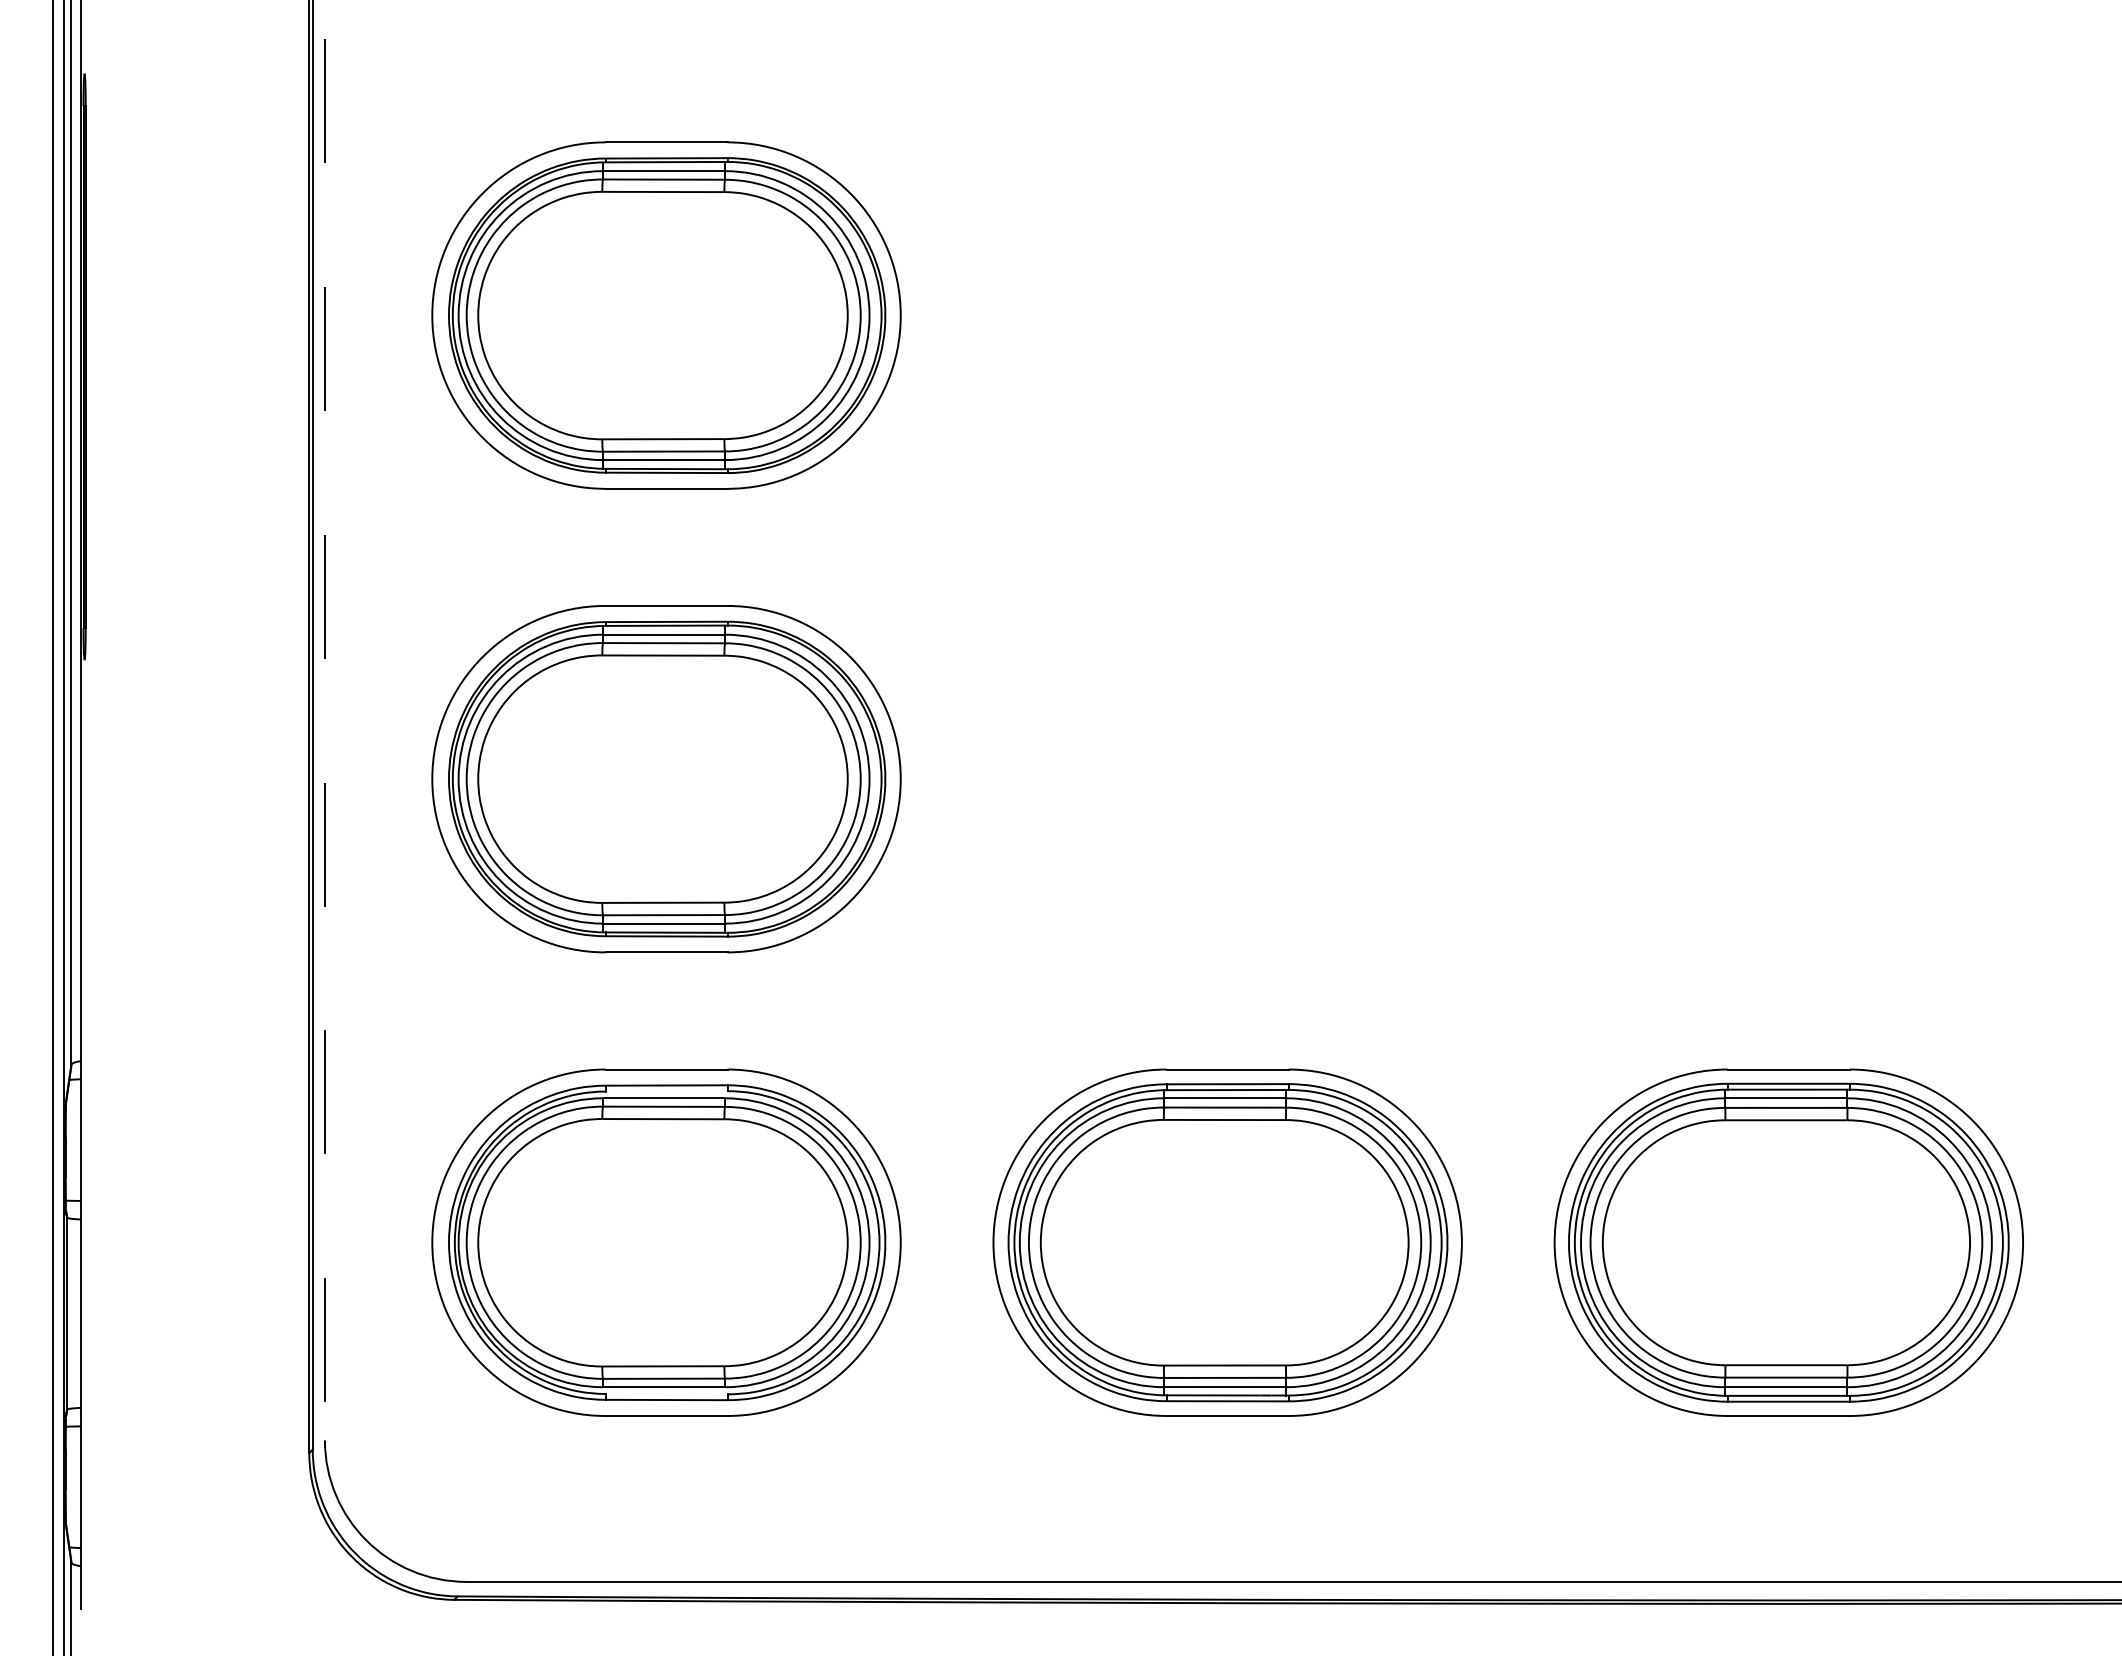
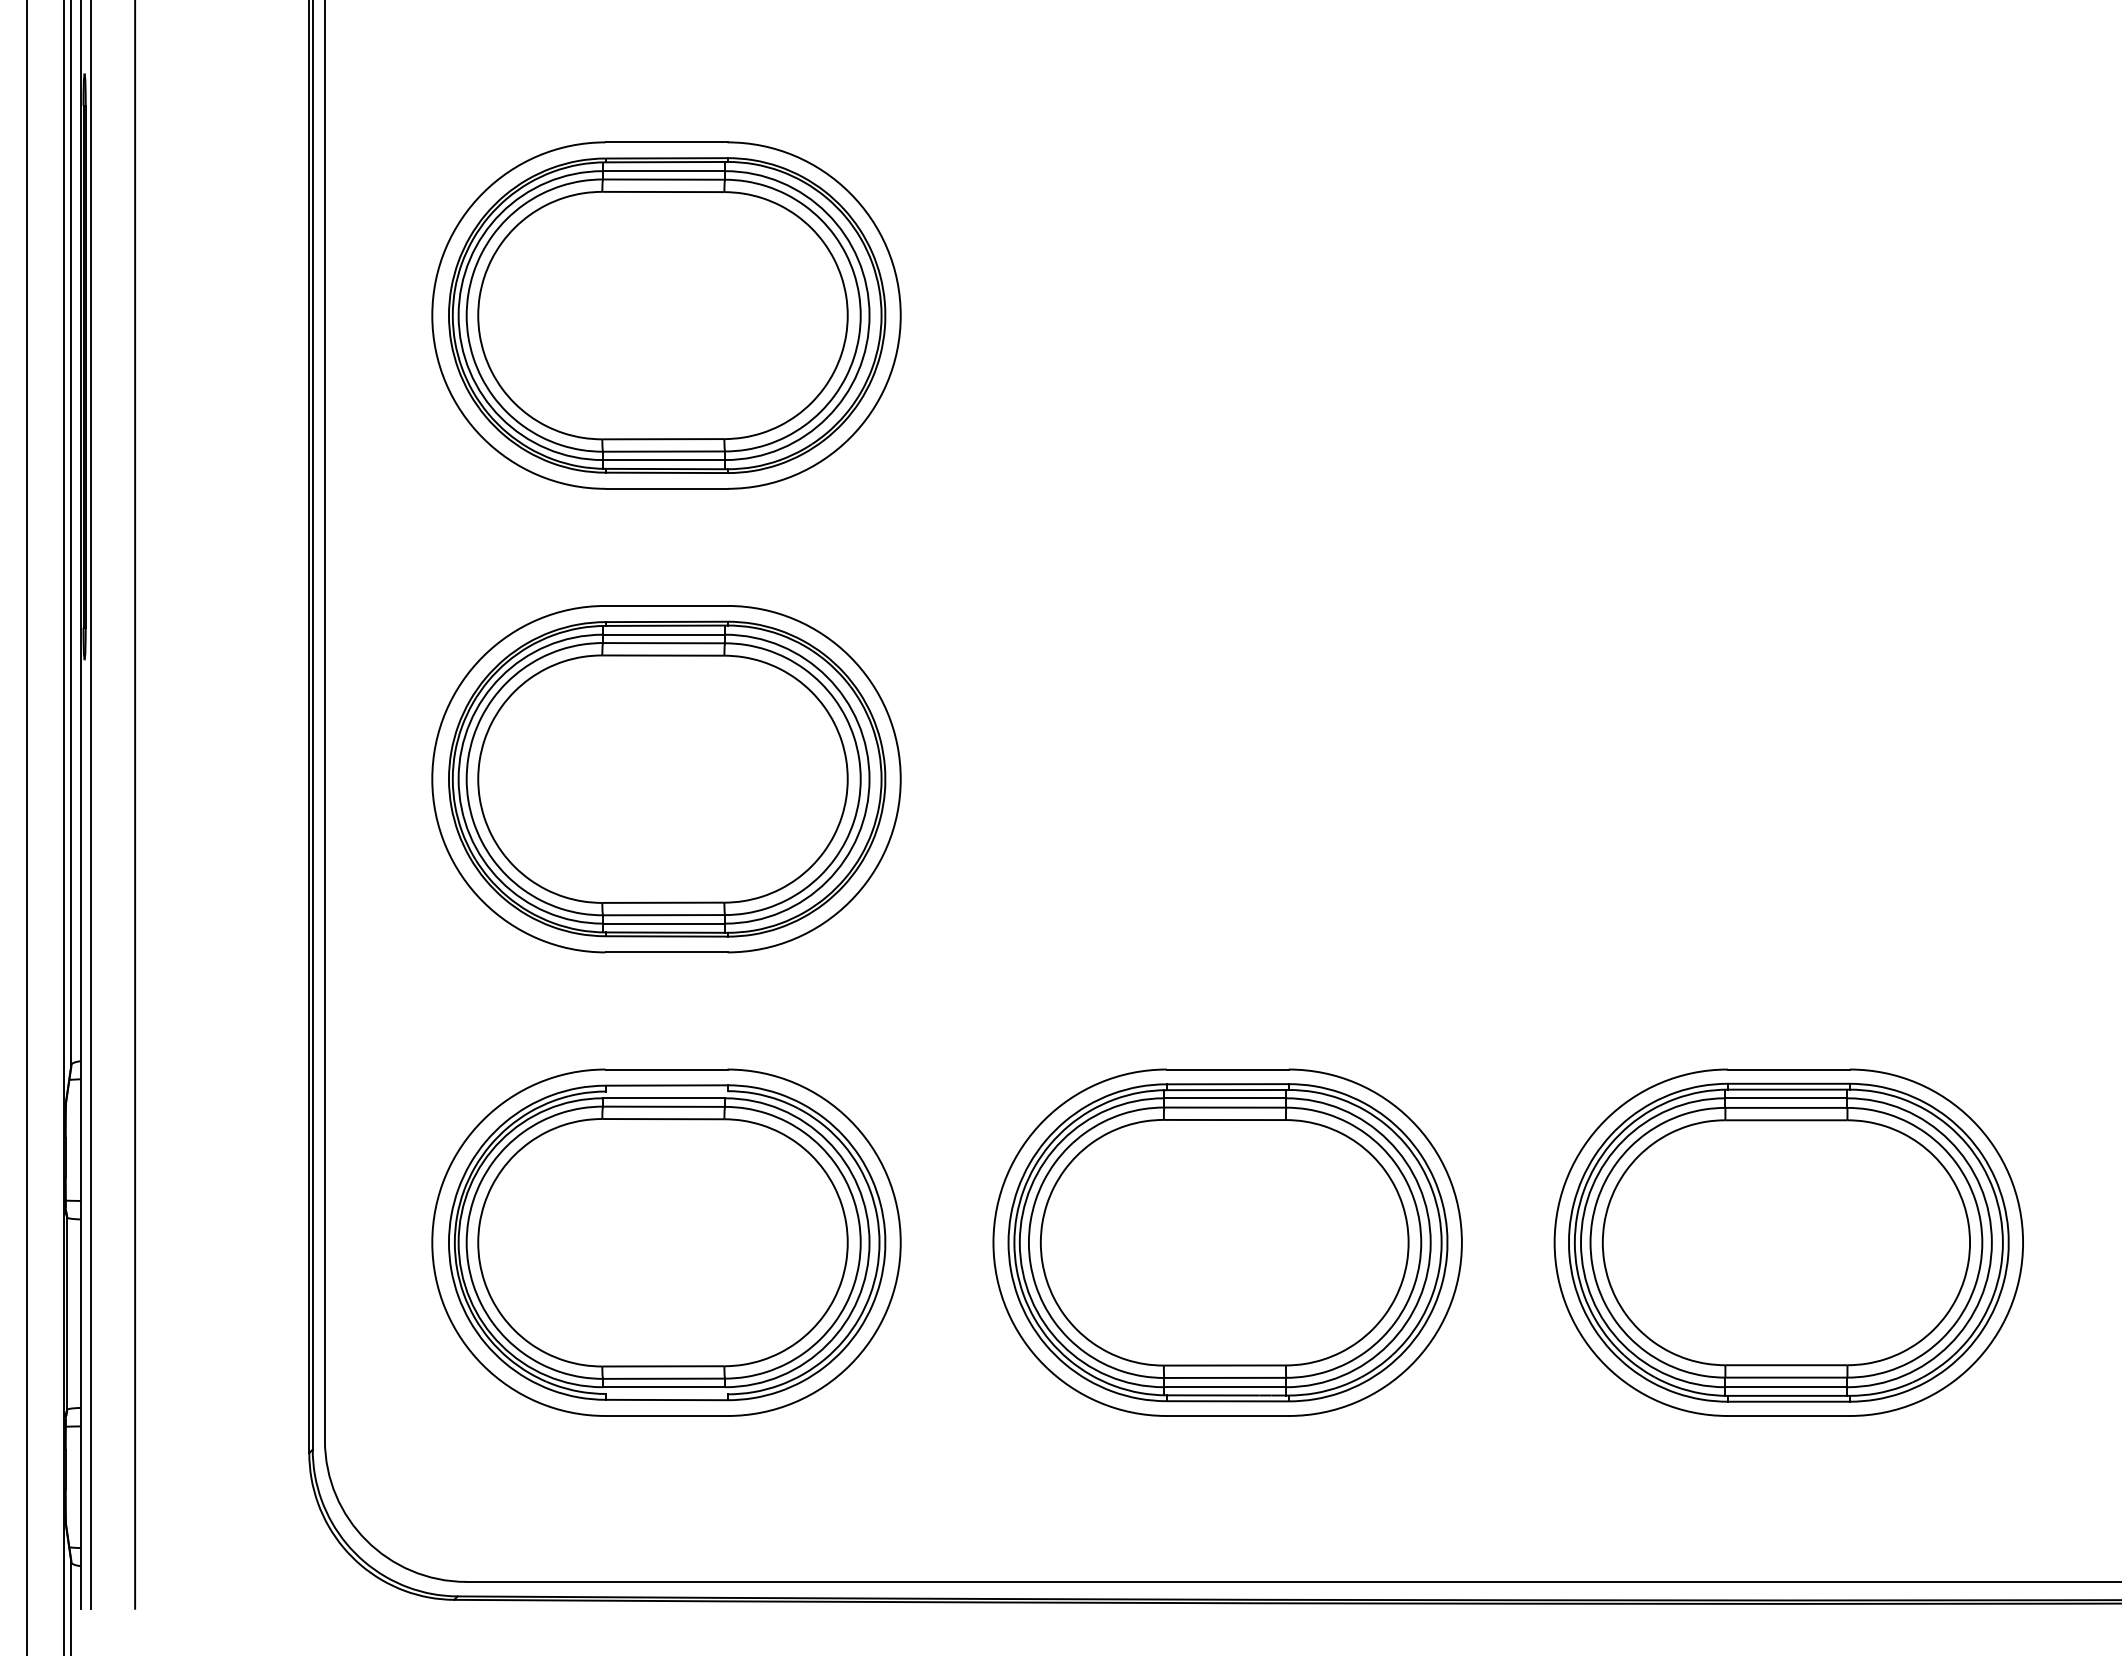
line at (324, 720): dashed -> solid
line at (90, 805): none -> present
line at (135, 805): none -> present
line at (52, 827) position: (52, 827) -> (26, 827)
